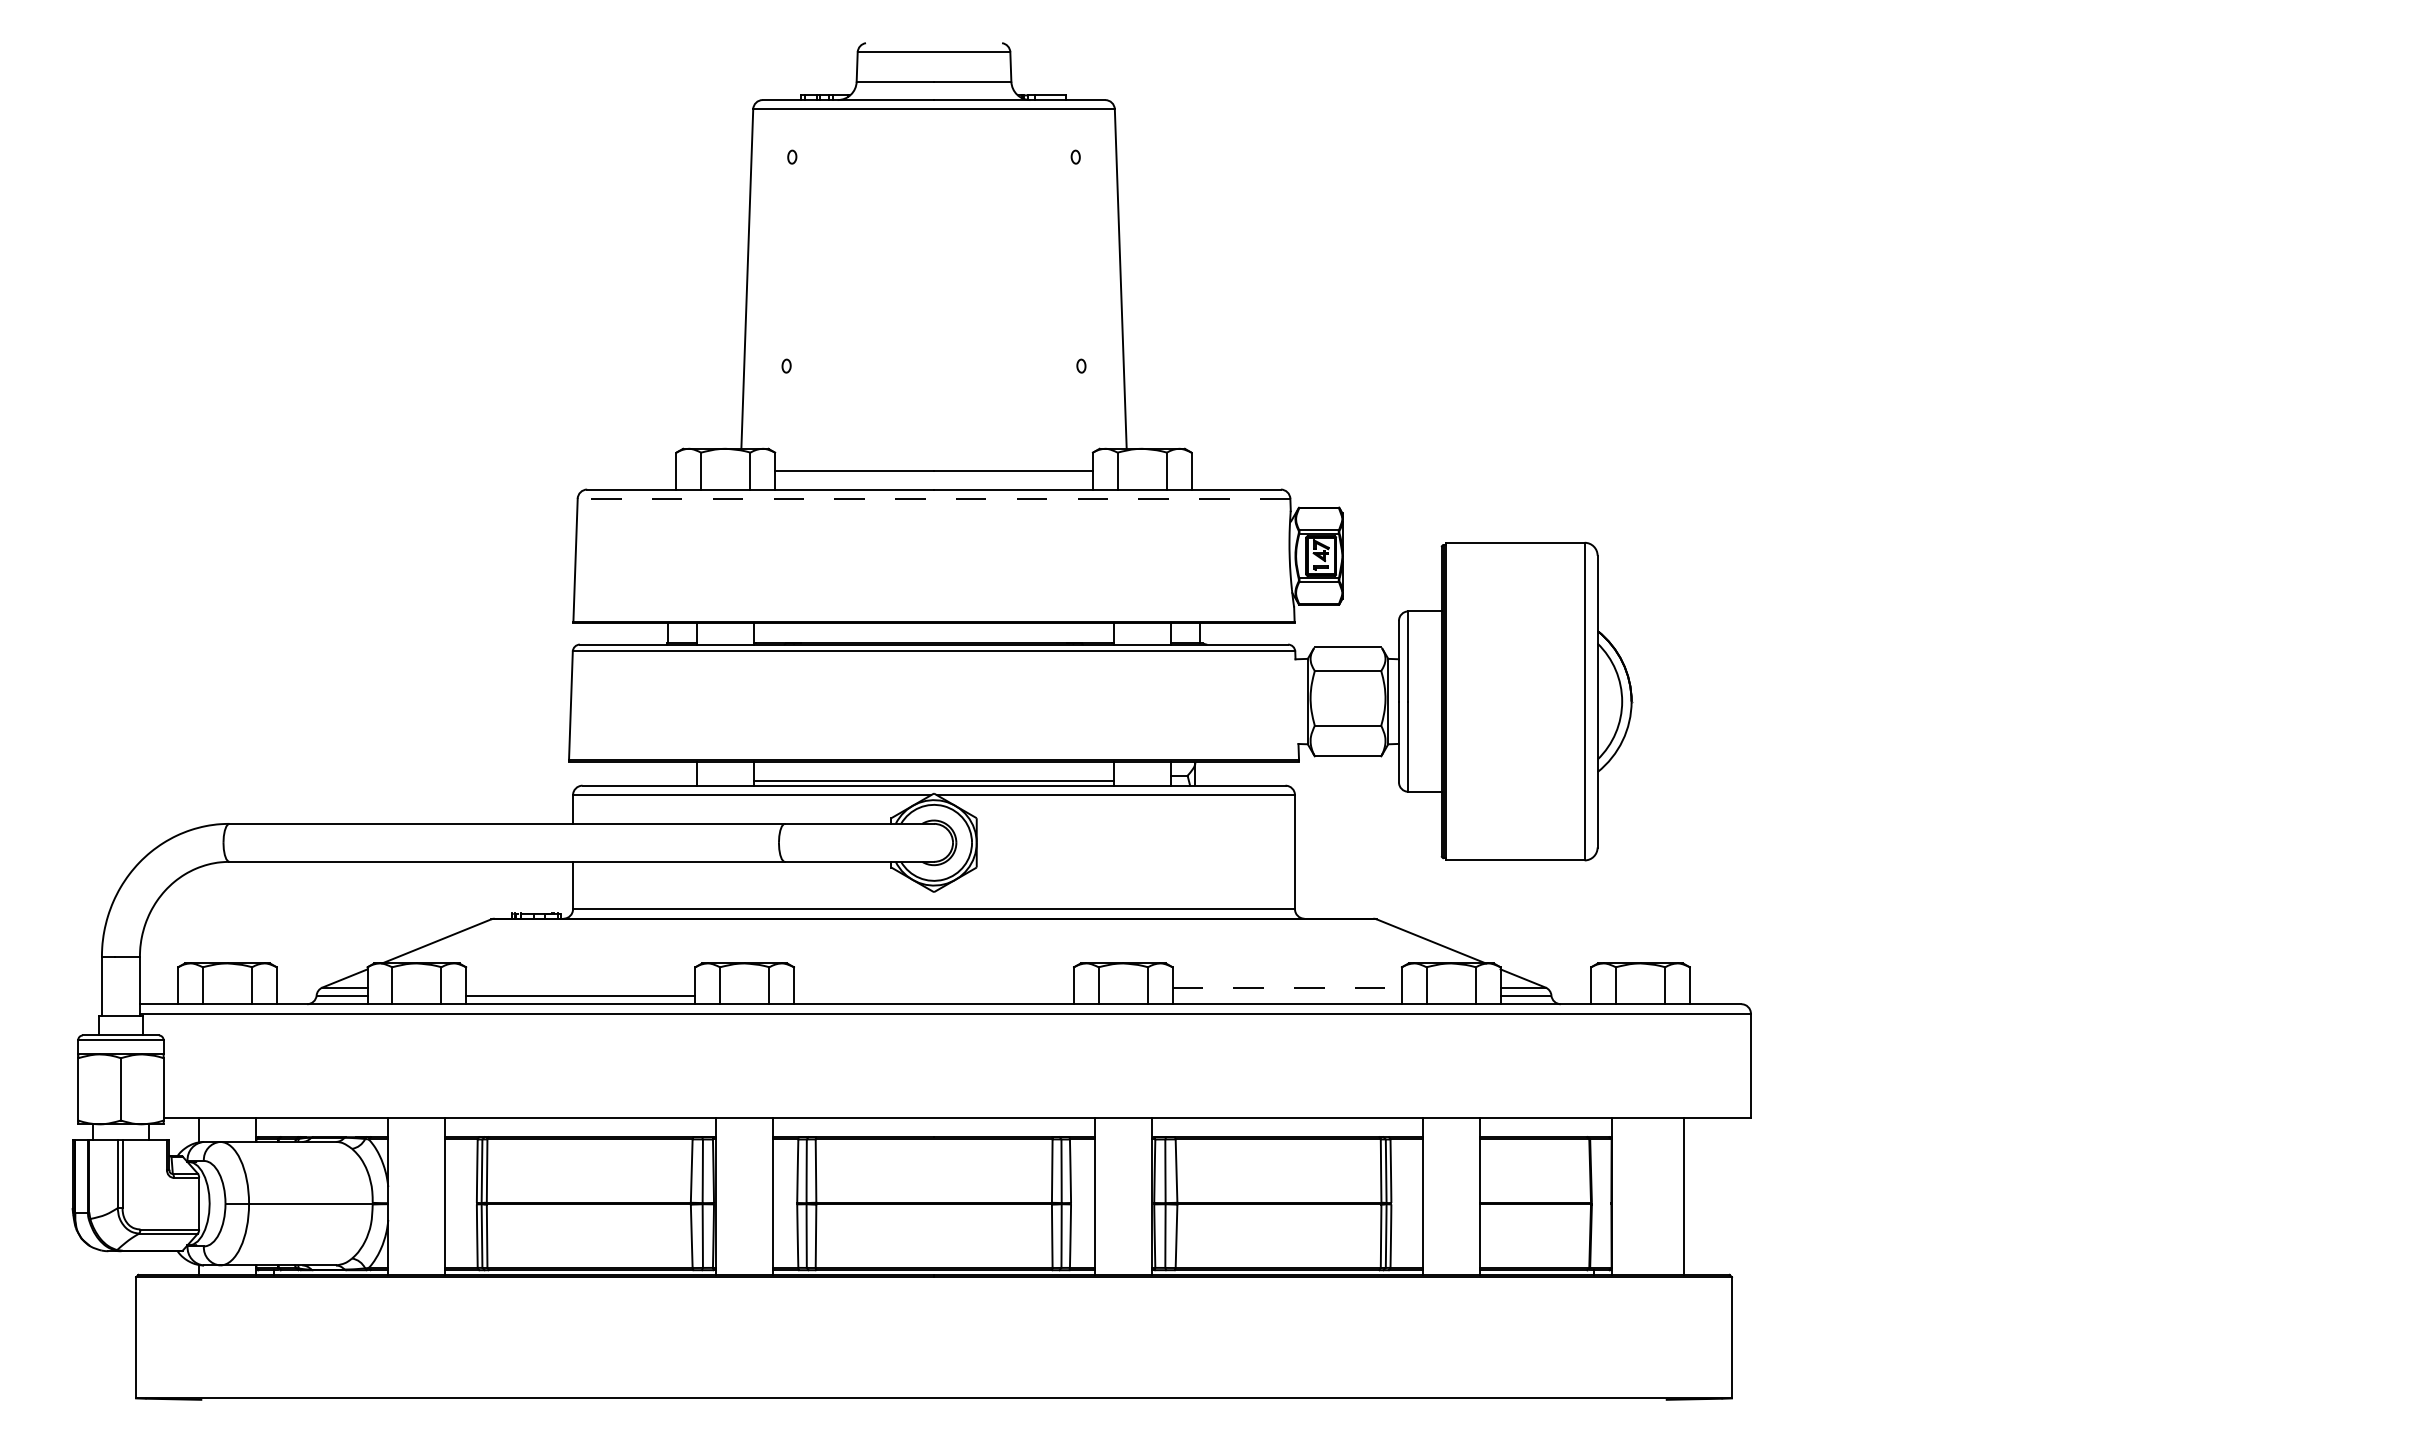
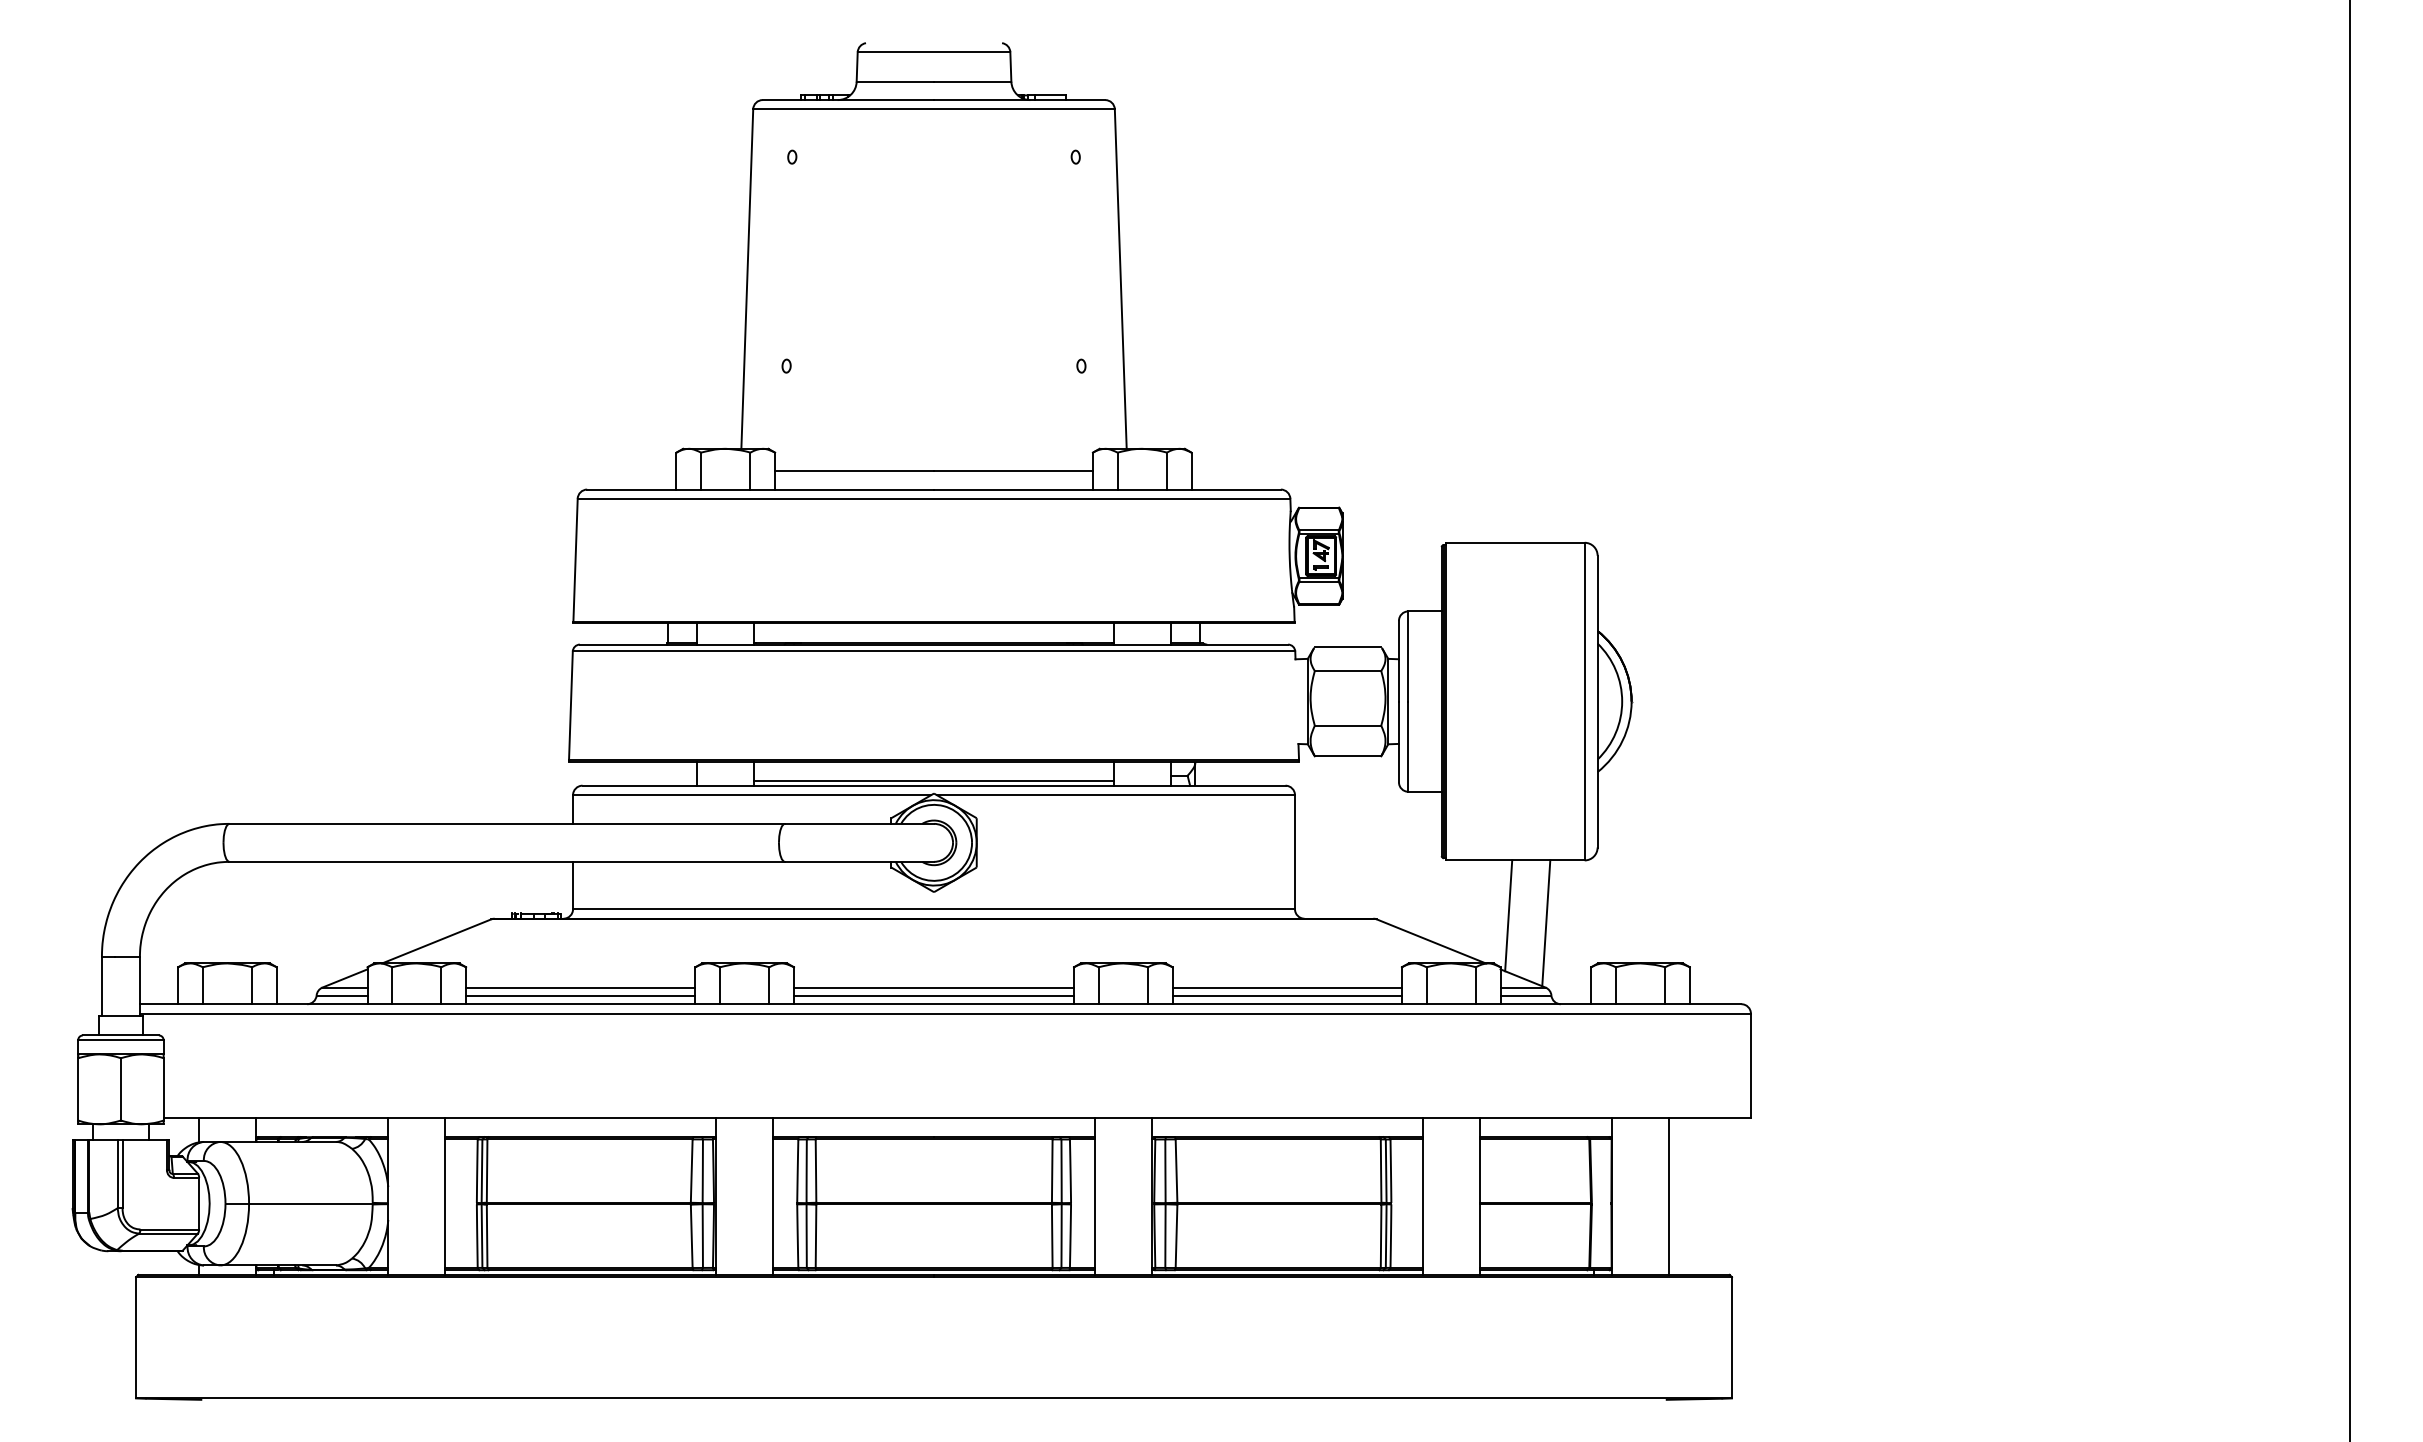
line at (933, 498): dashed -> solid
line at (2350, 720): none -> present
line at (1508, 915): none -> present
line at (1546, 923): none -> present
line at (580, 987): none -> present
line at (934, 987): none -> present
line at (1287, 987): dashed -> solid
line at (934, 995): none -> present
line at (1286, 995): none -> present
line at (1684, 1196) position: (1684, 1196) -> (1669, 1196)
